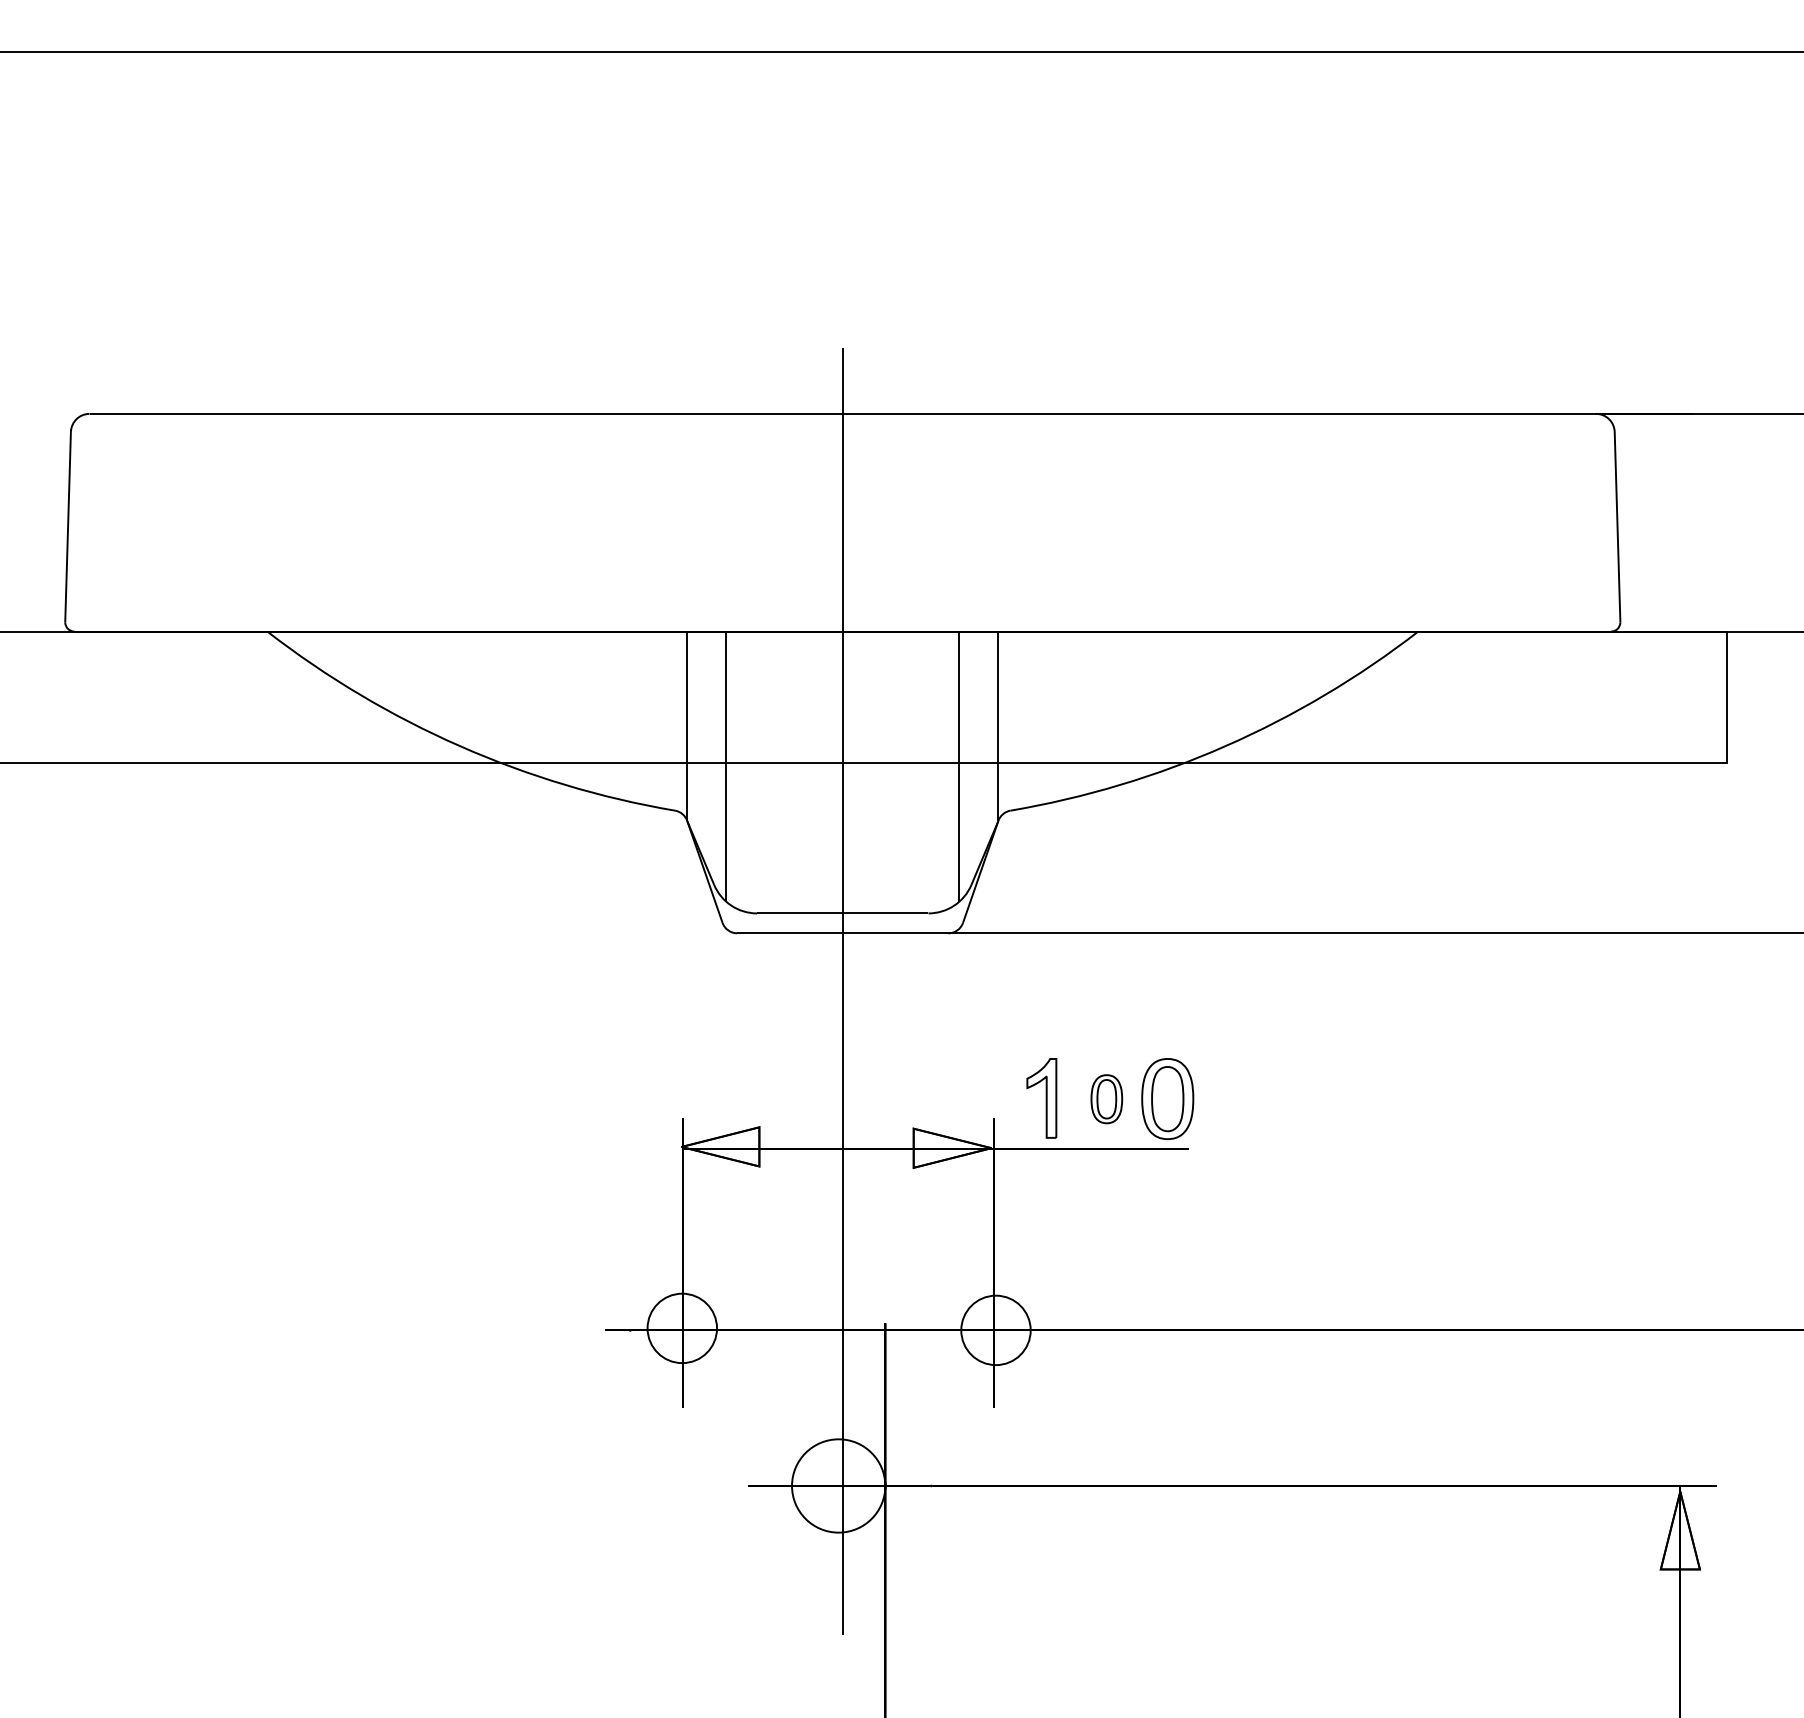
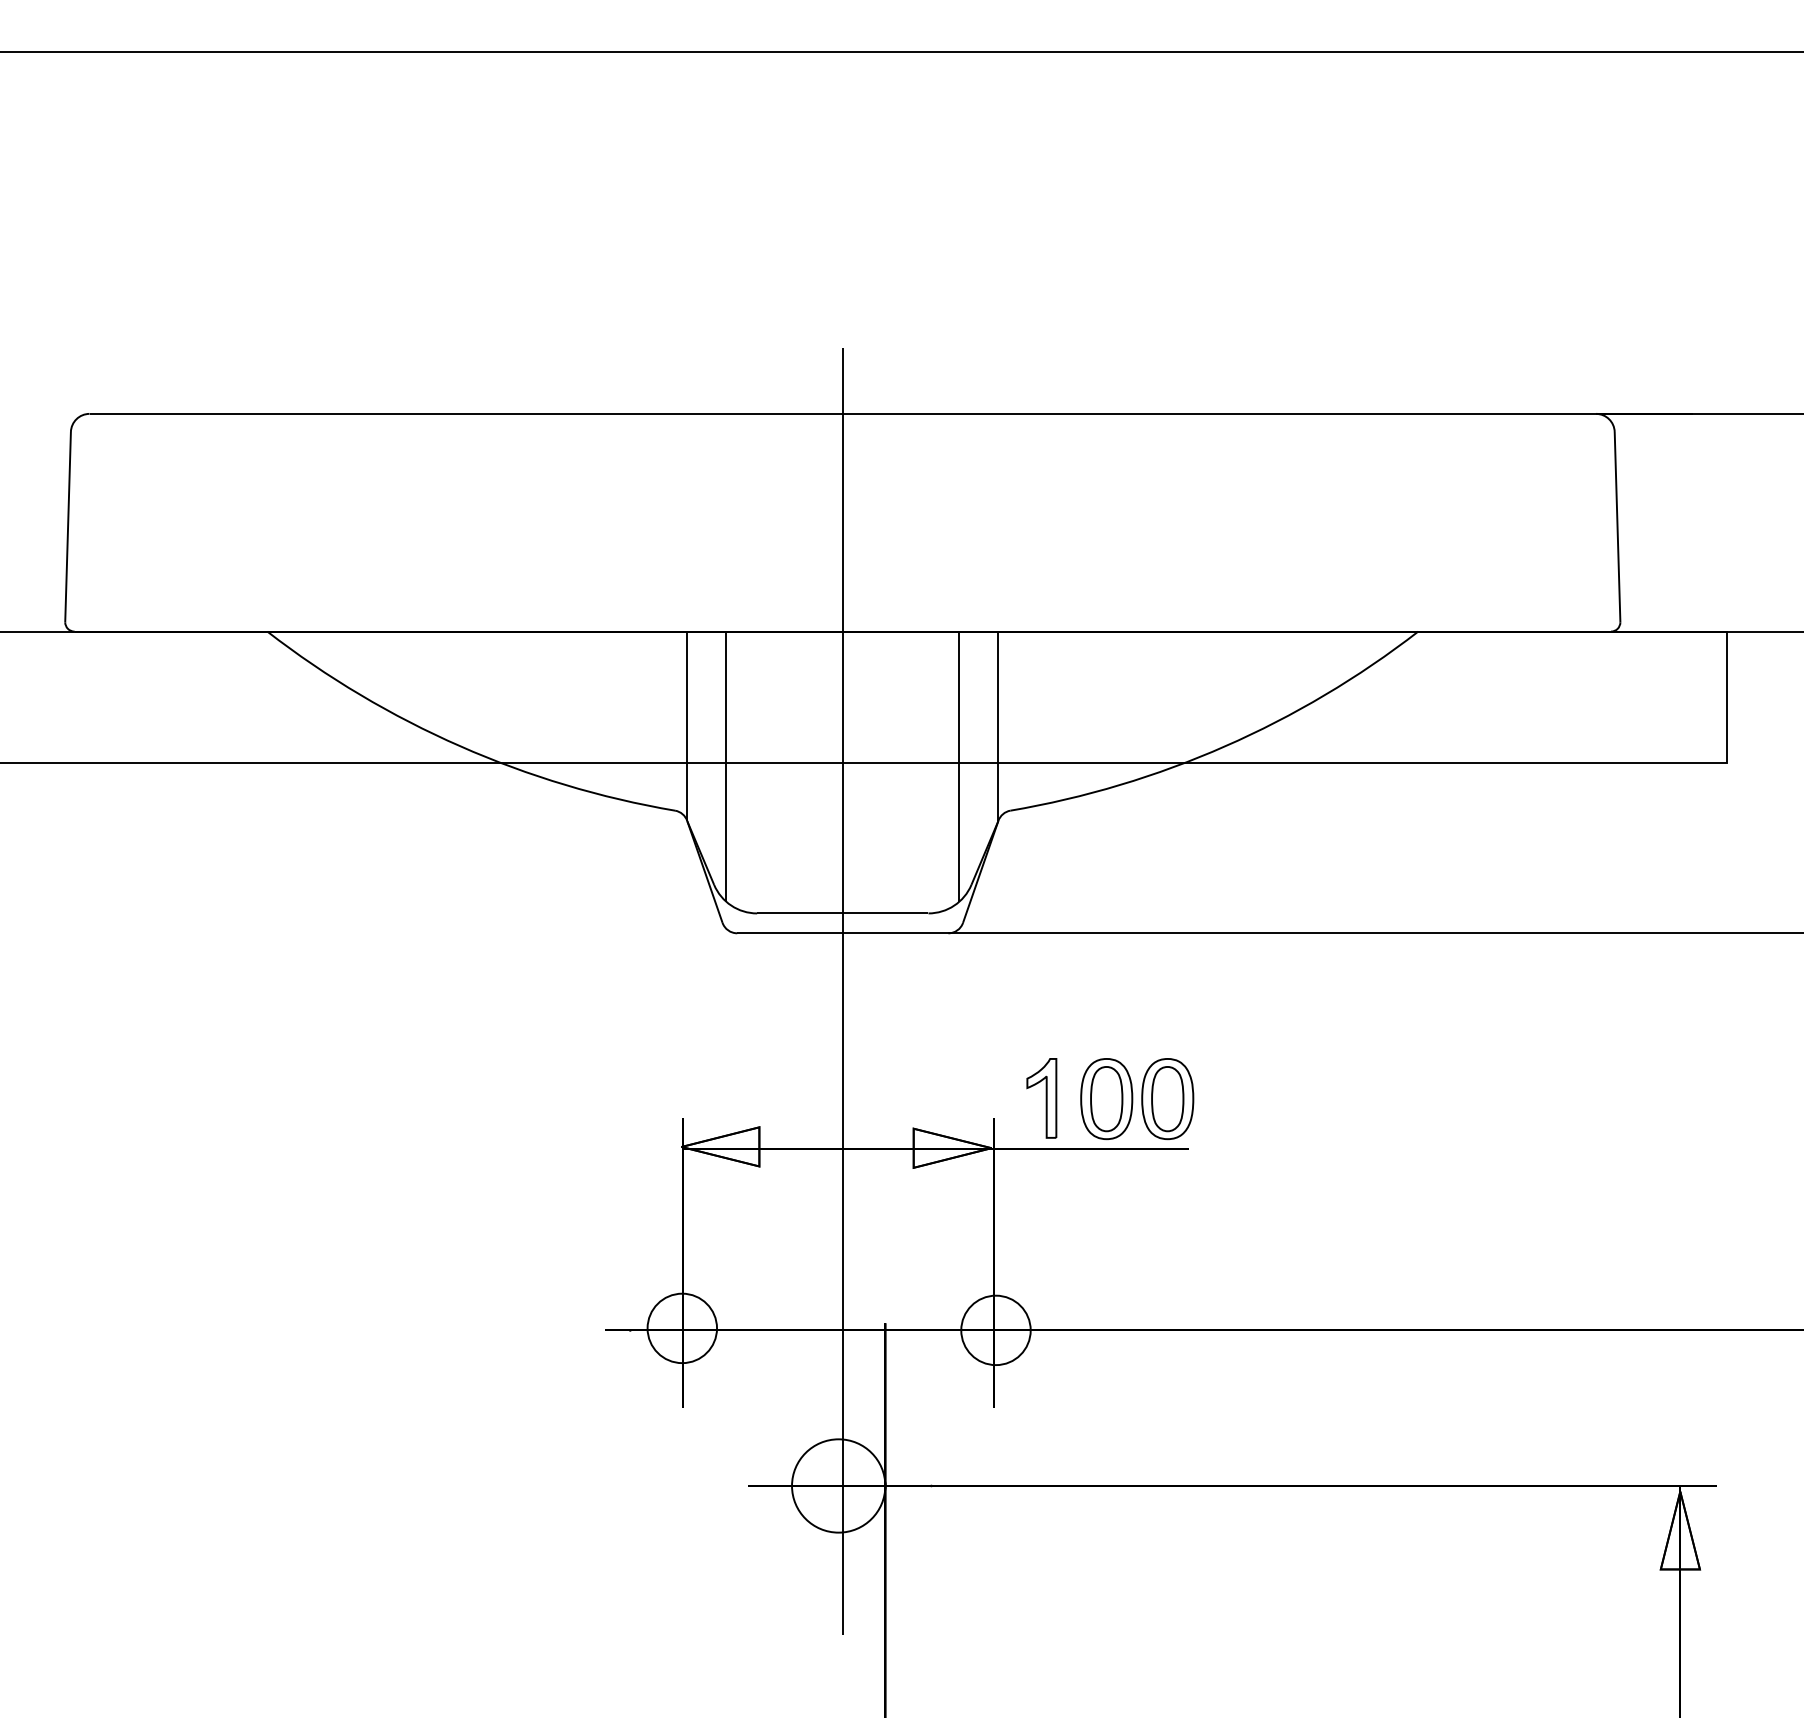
part at (1106, 1099) size: 34x51 px -> 54x83 px
